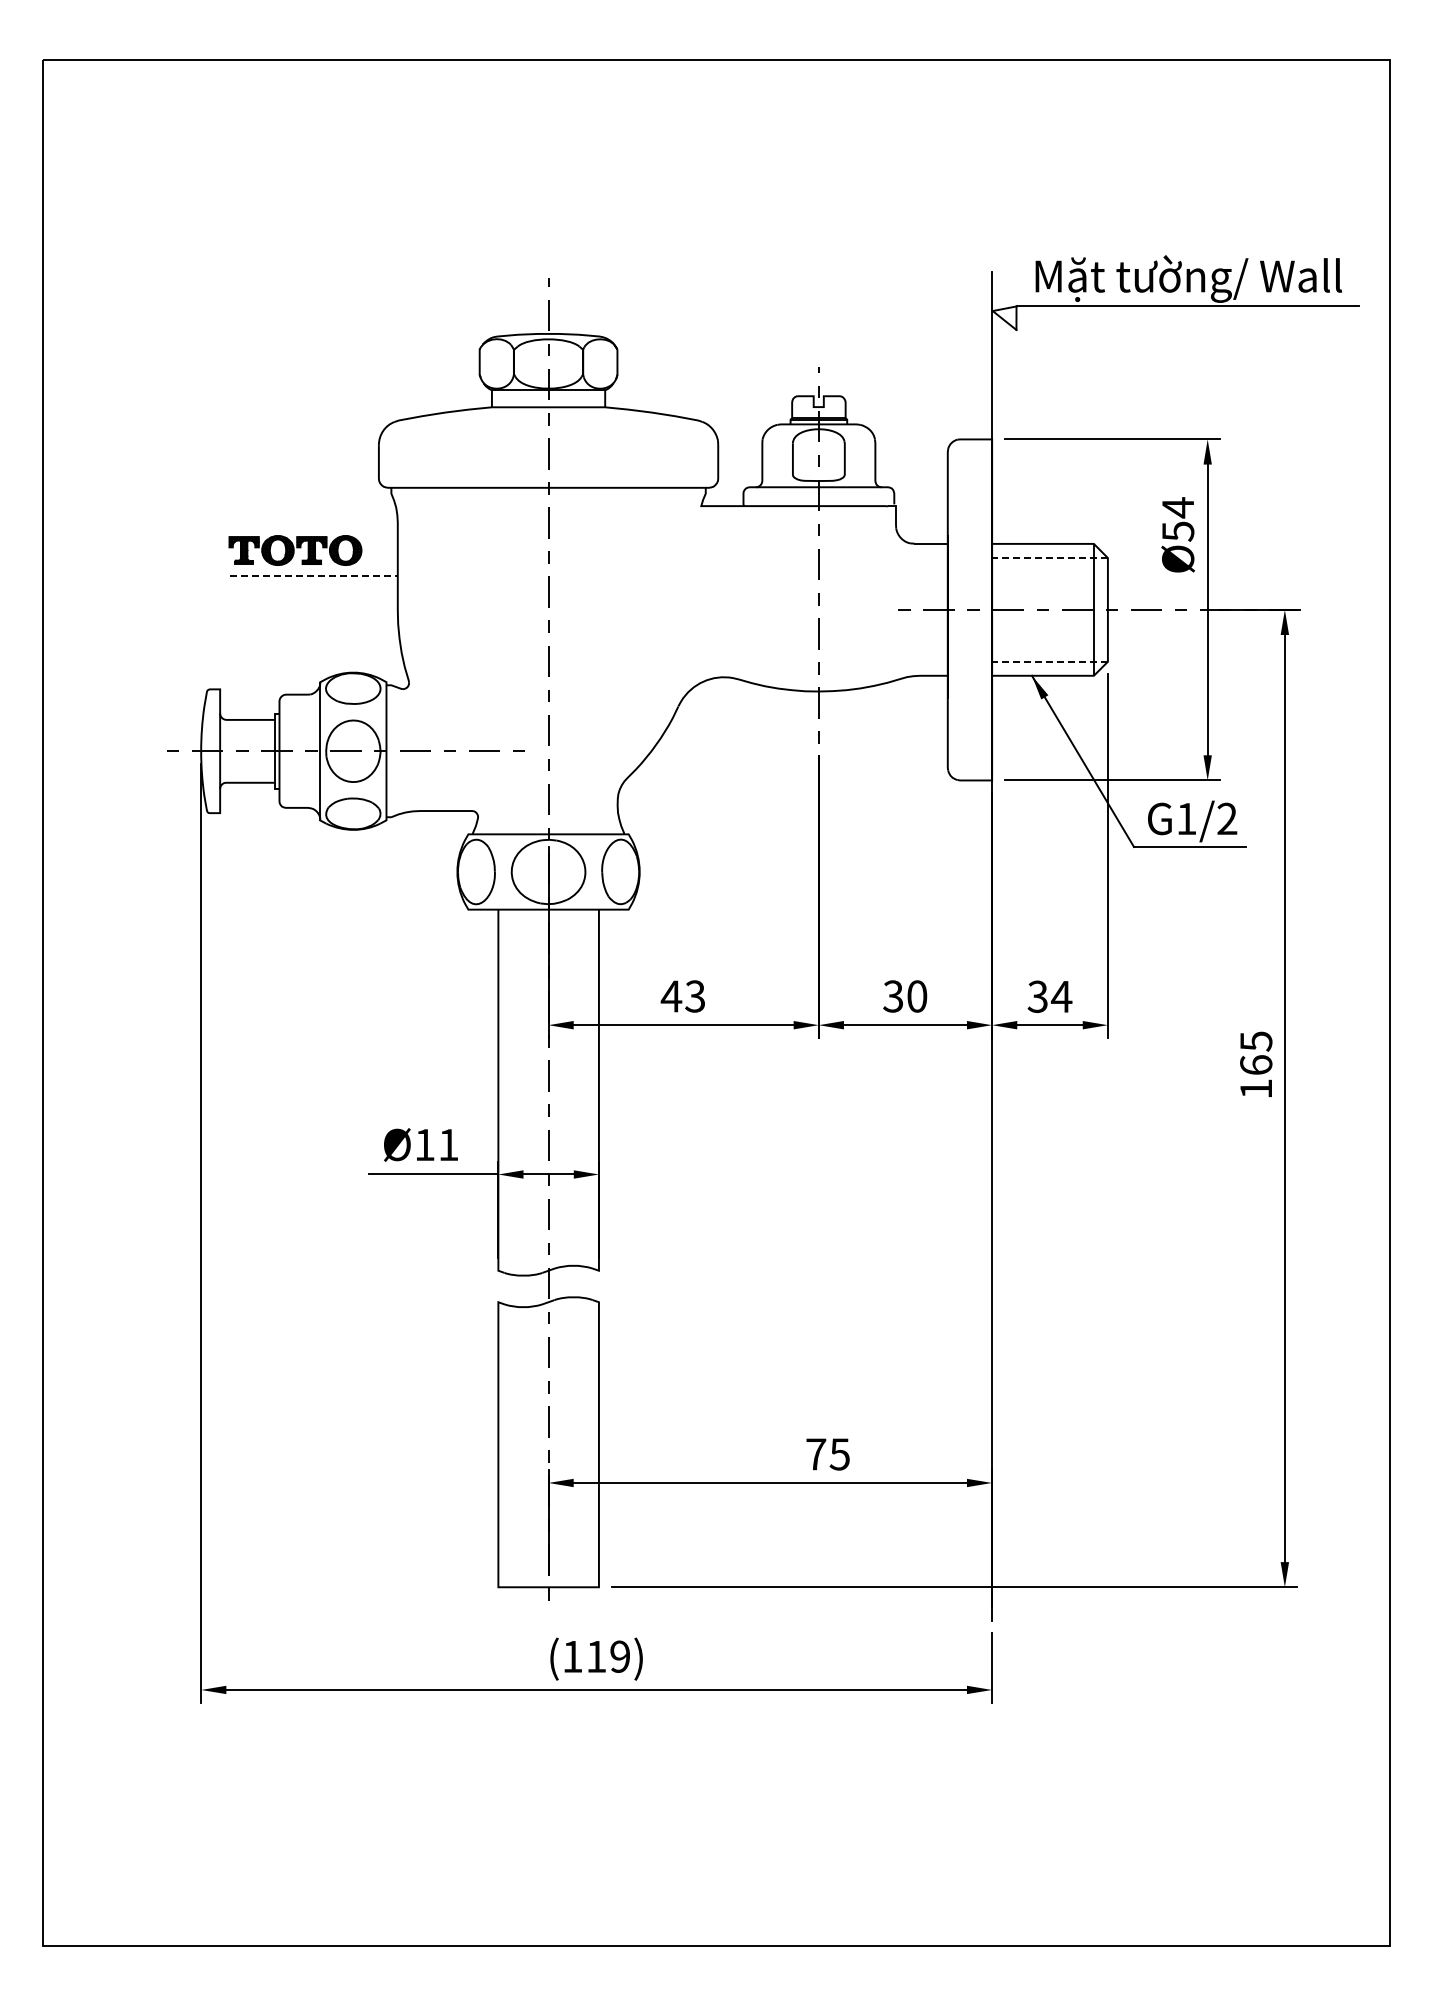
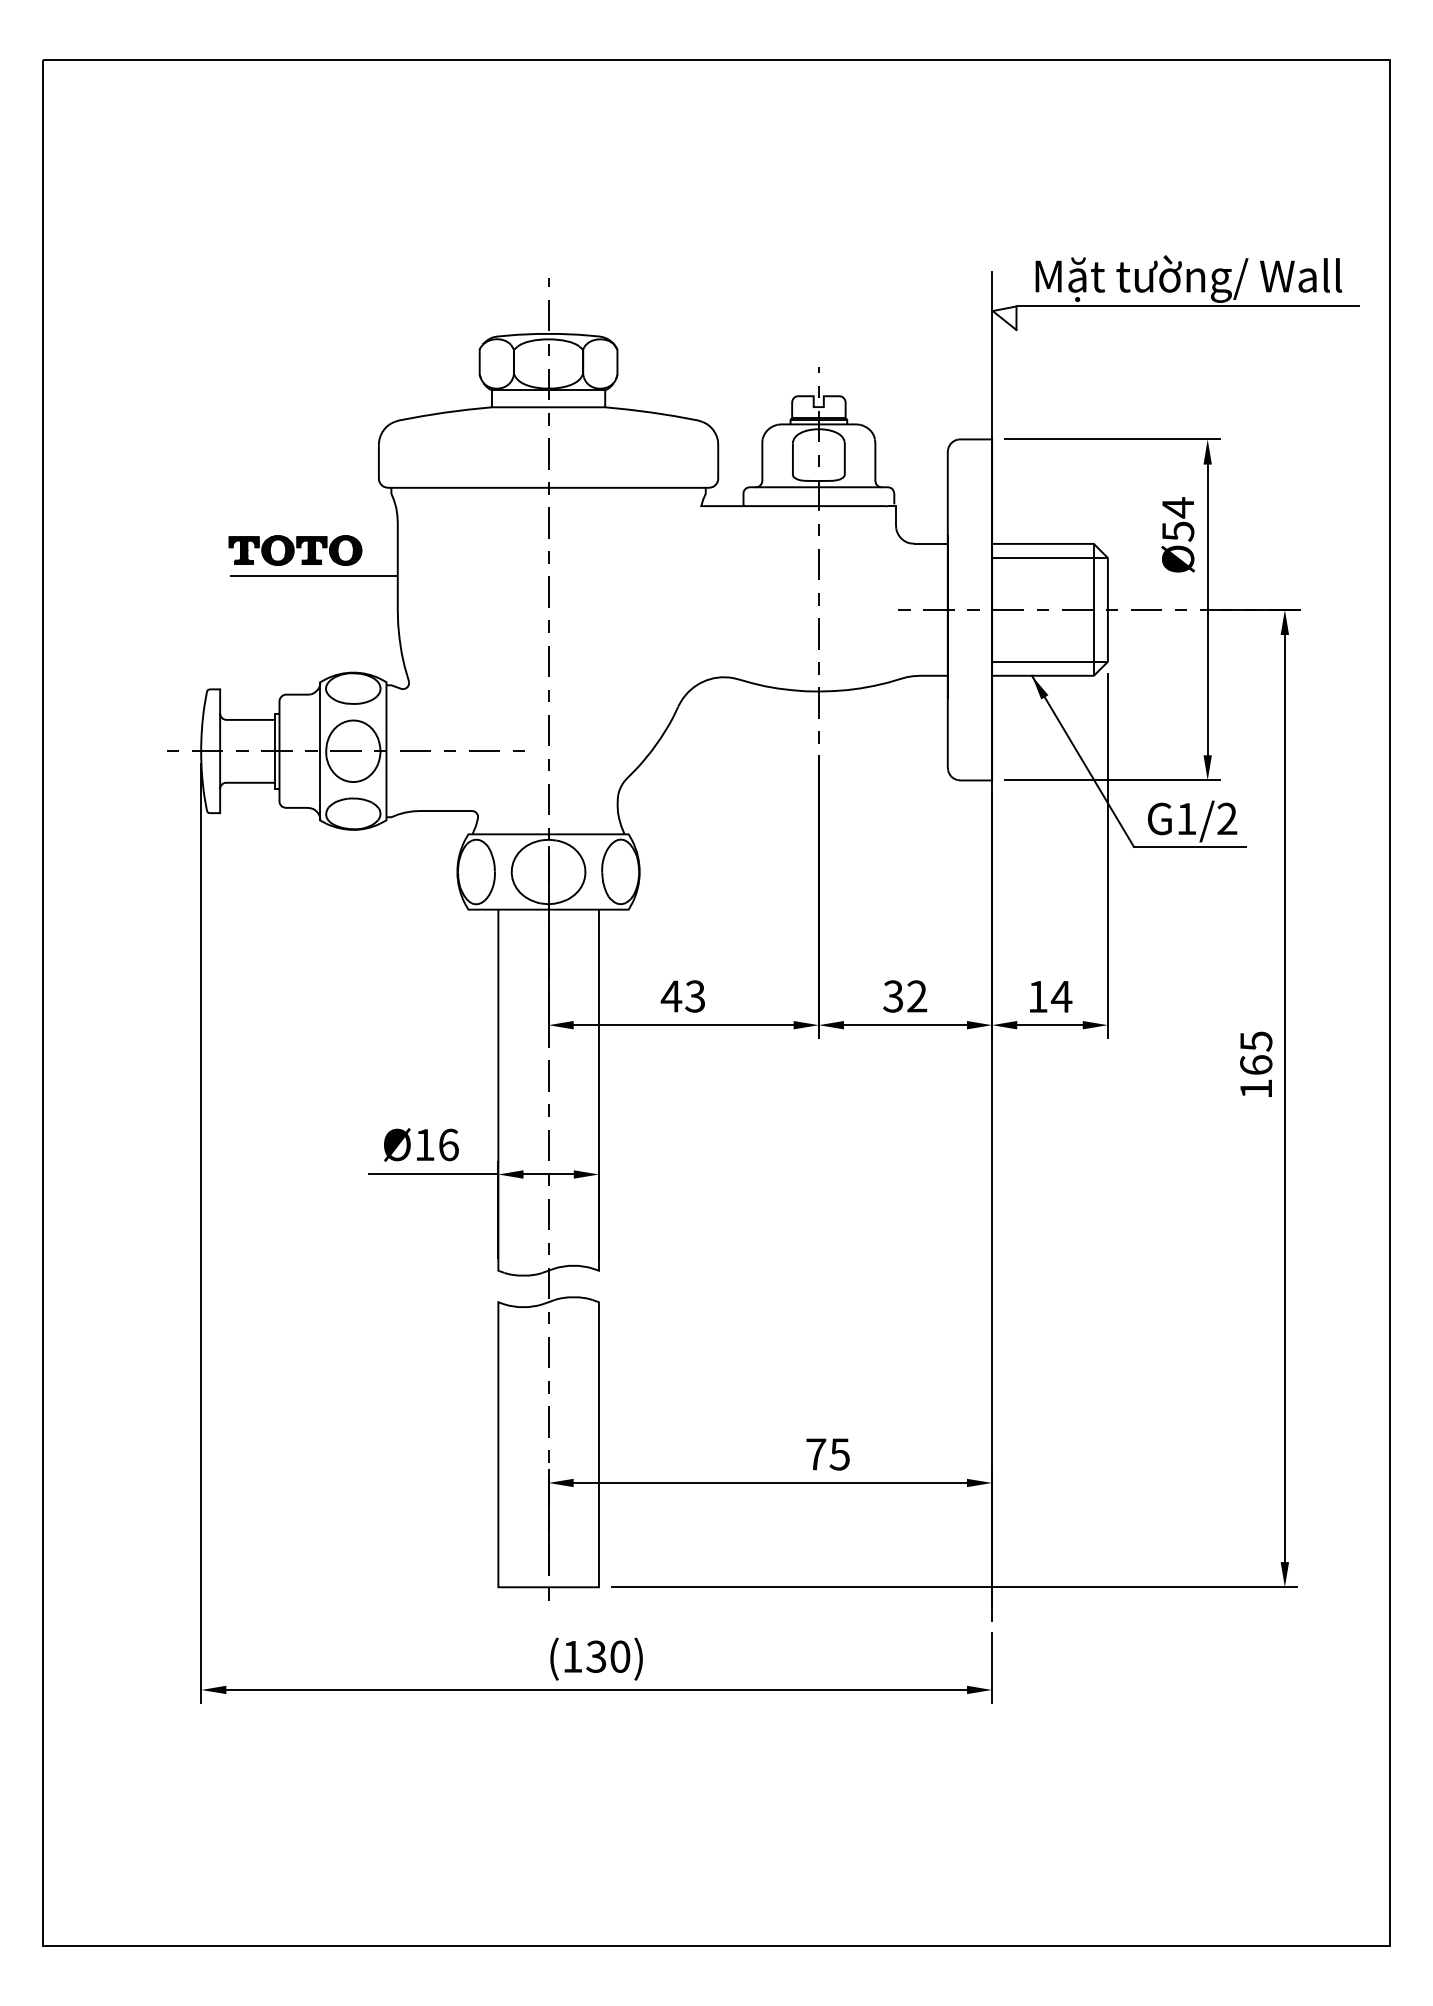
line at (1050, 558): dashed -> solid
line at (314, 575): dashed -> solid
line at (1050, 661): dashed -> solid
text at (917, 996): 30 -> 32
text at (1037, 996): 34 -> 14
text at (448, 1144): Ø11 -> Ø16
text at (608, 1656): (119) -> (130)
